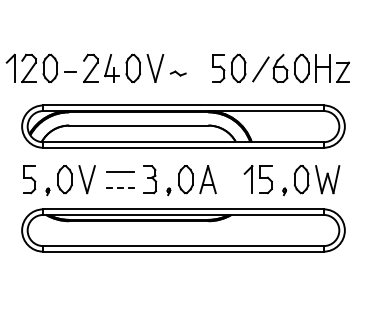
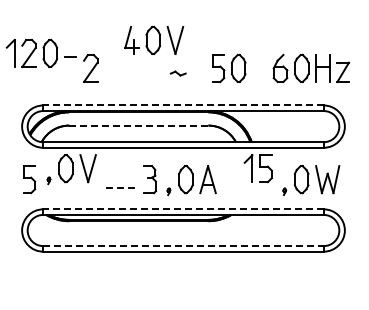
part at (40, 67) position: (40, 67) -> (40, 52)
part at (134, 67) position: (134, 67) -> (154, 39)
line at (260, 69): present -> none
line at (183, 105): solid -> dashed
line at (138, 125): solid -> dashed
line at (119, 172): present -> none
part at (257, 179) position: (257, 179) -> (257, 168)
part at (70, 180) position: (70, 180) -> (71, 169)
line at (183, 209): solid -> dashed
line at (183, 246): solid -> dashed
